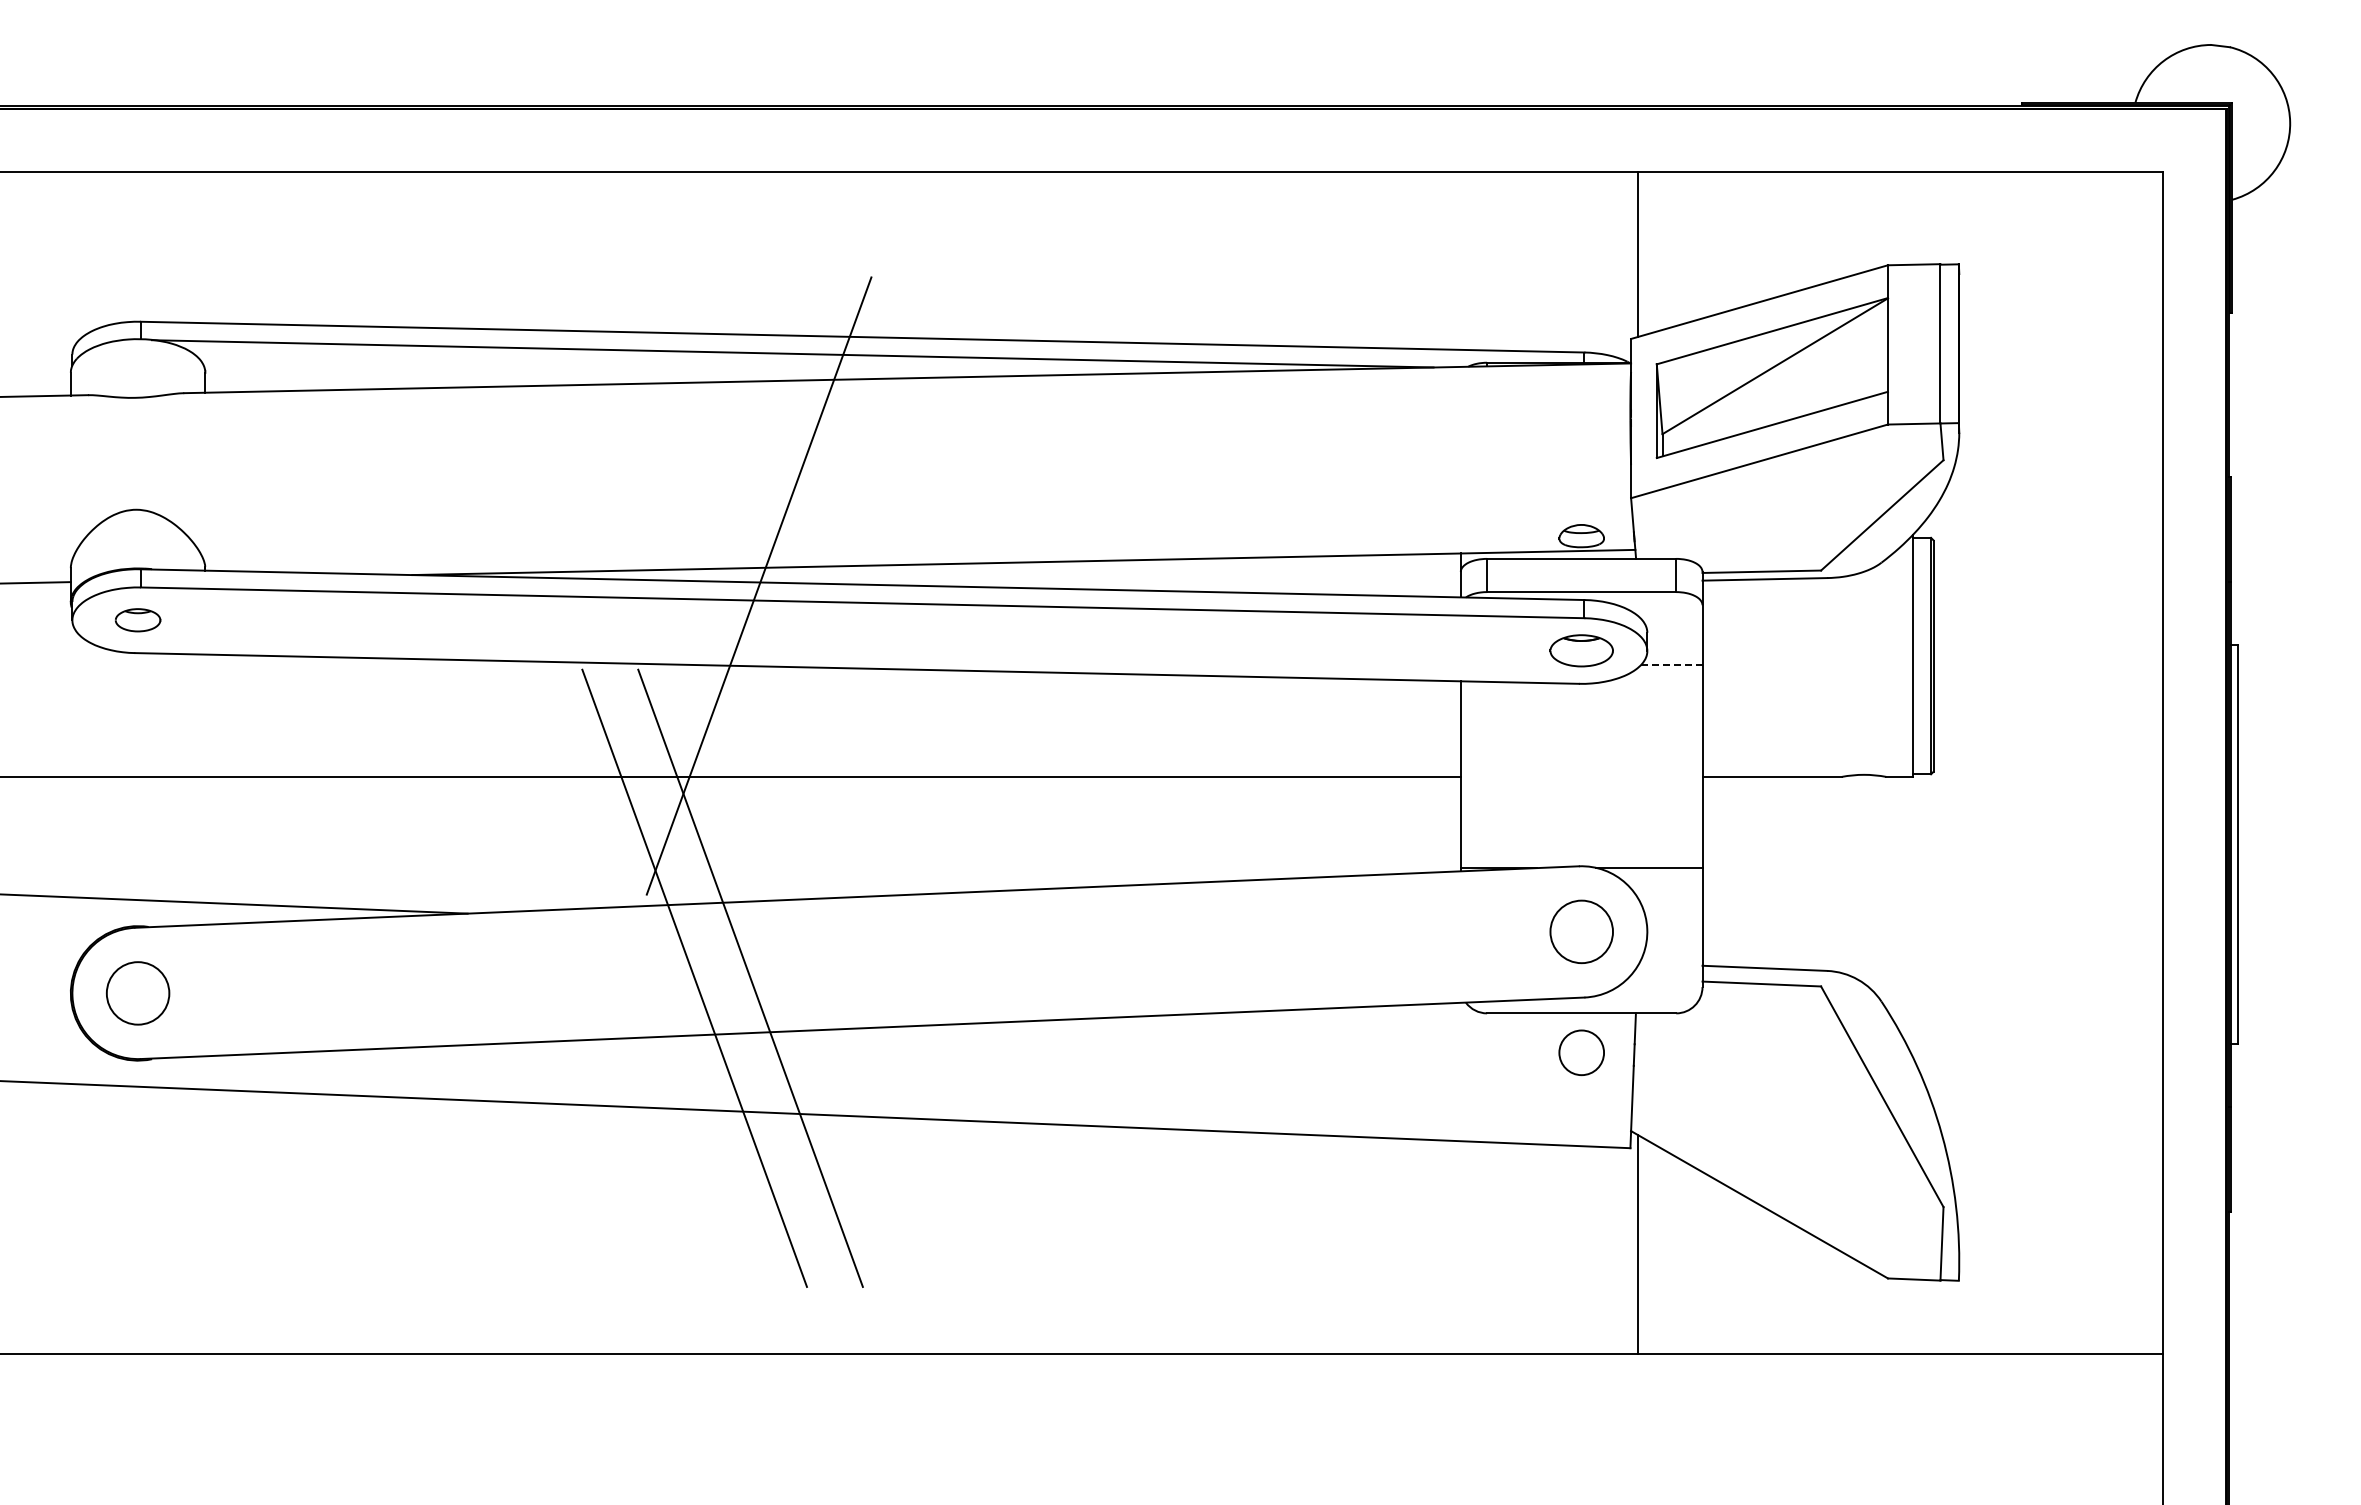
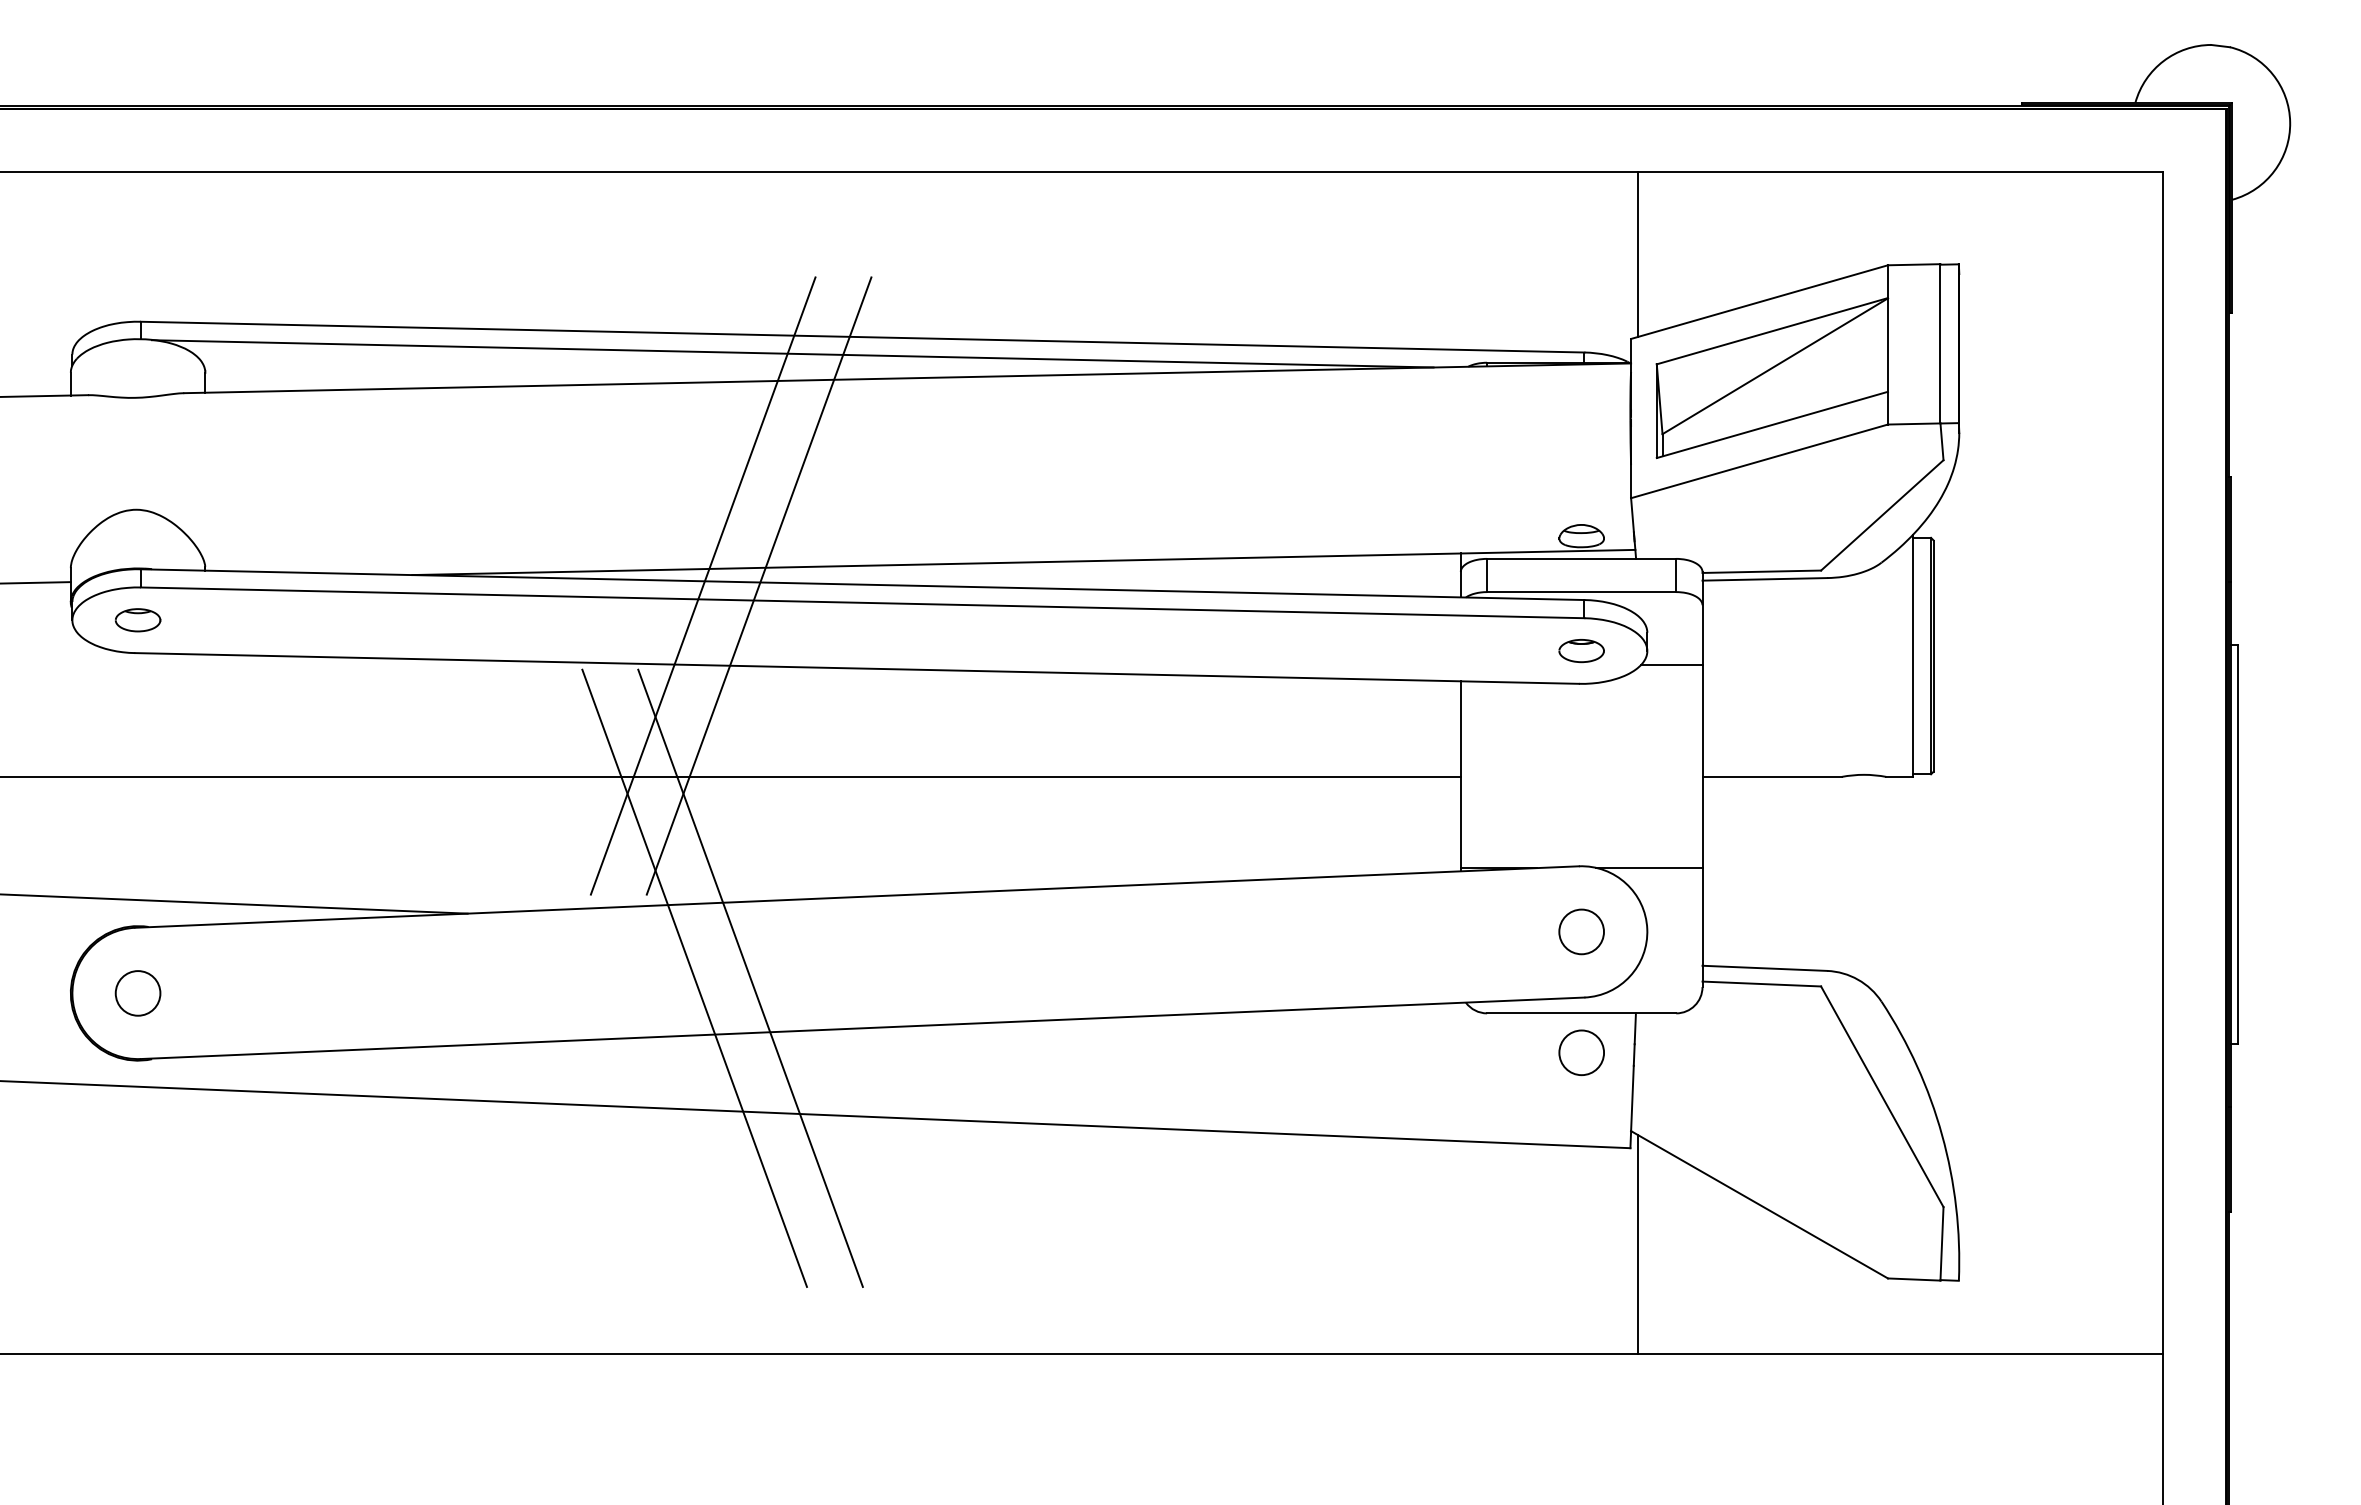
line at (702, 585): none -> present
part at (1581, 650) size: 65x34 px -> 47x25 px
line at (1671, 664): dashed -> solid
circle at (1581, 931) size: 65x66 px -> 47x48 px
circle at (137, 993) diameter: 63 px -> 45 px
